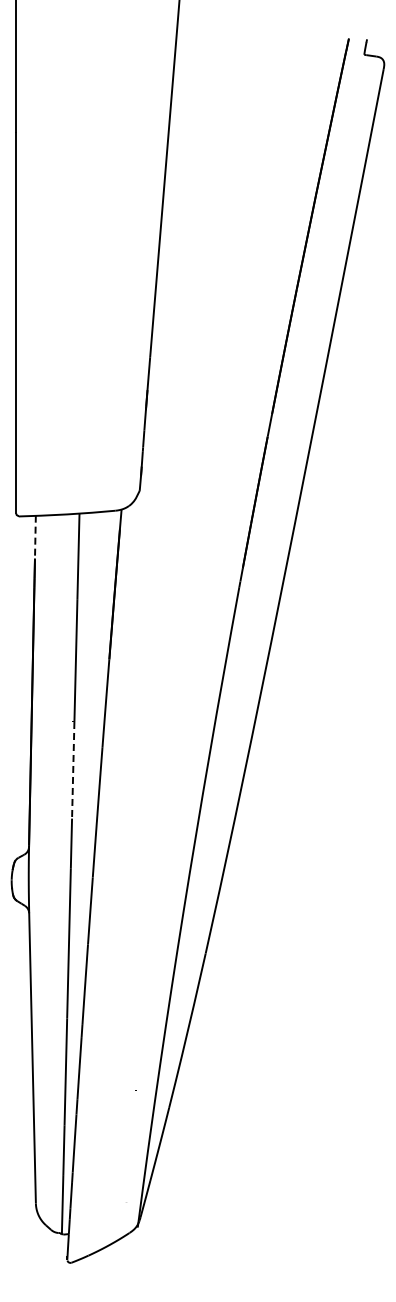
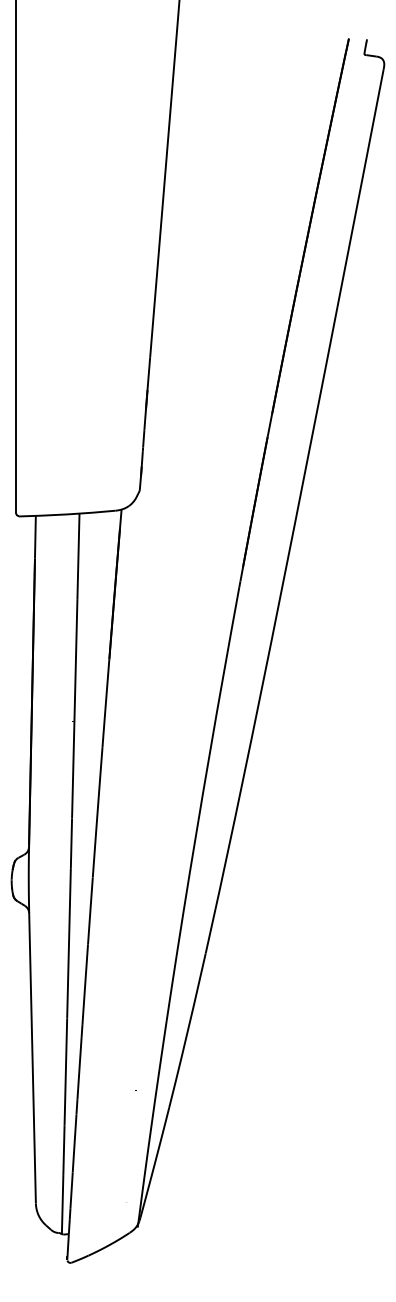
line at (35, 537): dashed -> solid
line at (73, 770): dashed -> solid
